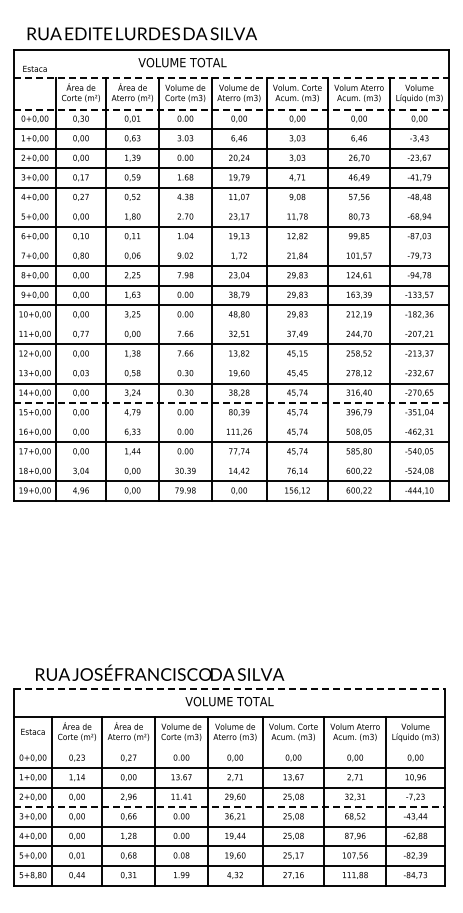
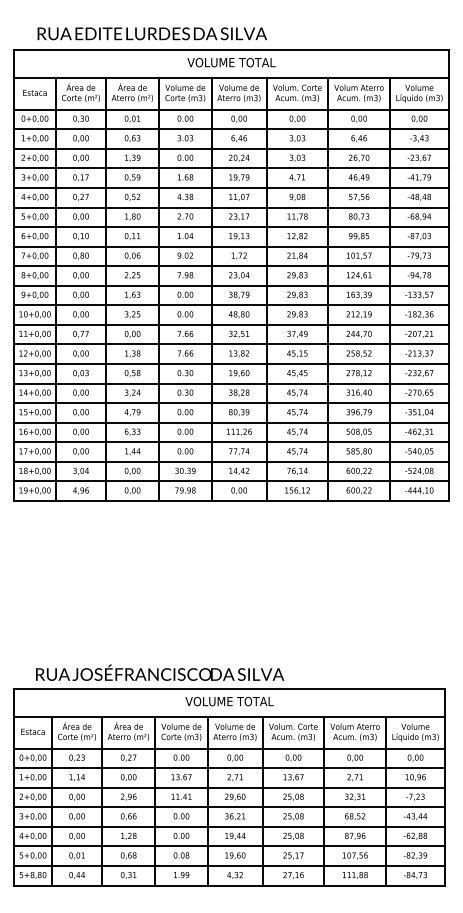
text at (141, 33) position: (141, 33) -> (151, 33)
text at (182, 62) position: (182, 62) -> (231, 62)
text at (34, 68) position: (34, 68) -> (34, 92)
line at (231, 77): dashed -> solid
line at (231, 109): dashed -> solid
line at (231, 207): none -> present
line at (231, 246): none -> present
line at (231, 324): none -> present
line at (231, 364): none -> present
line at (231, 403): dashed -> solid
line at (231, 422): none -> present
line at (231, 461): none -> present
line at (229, 688): dashed -> solid
line at (229, 748): none -> present
line at (229, 807): dashed -> solid
